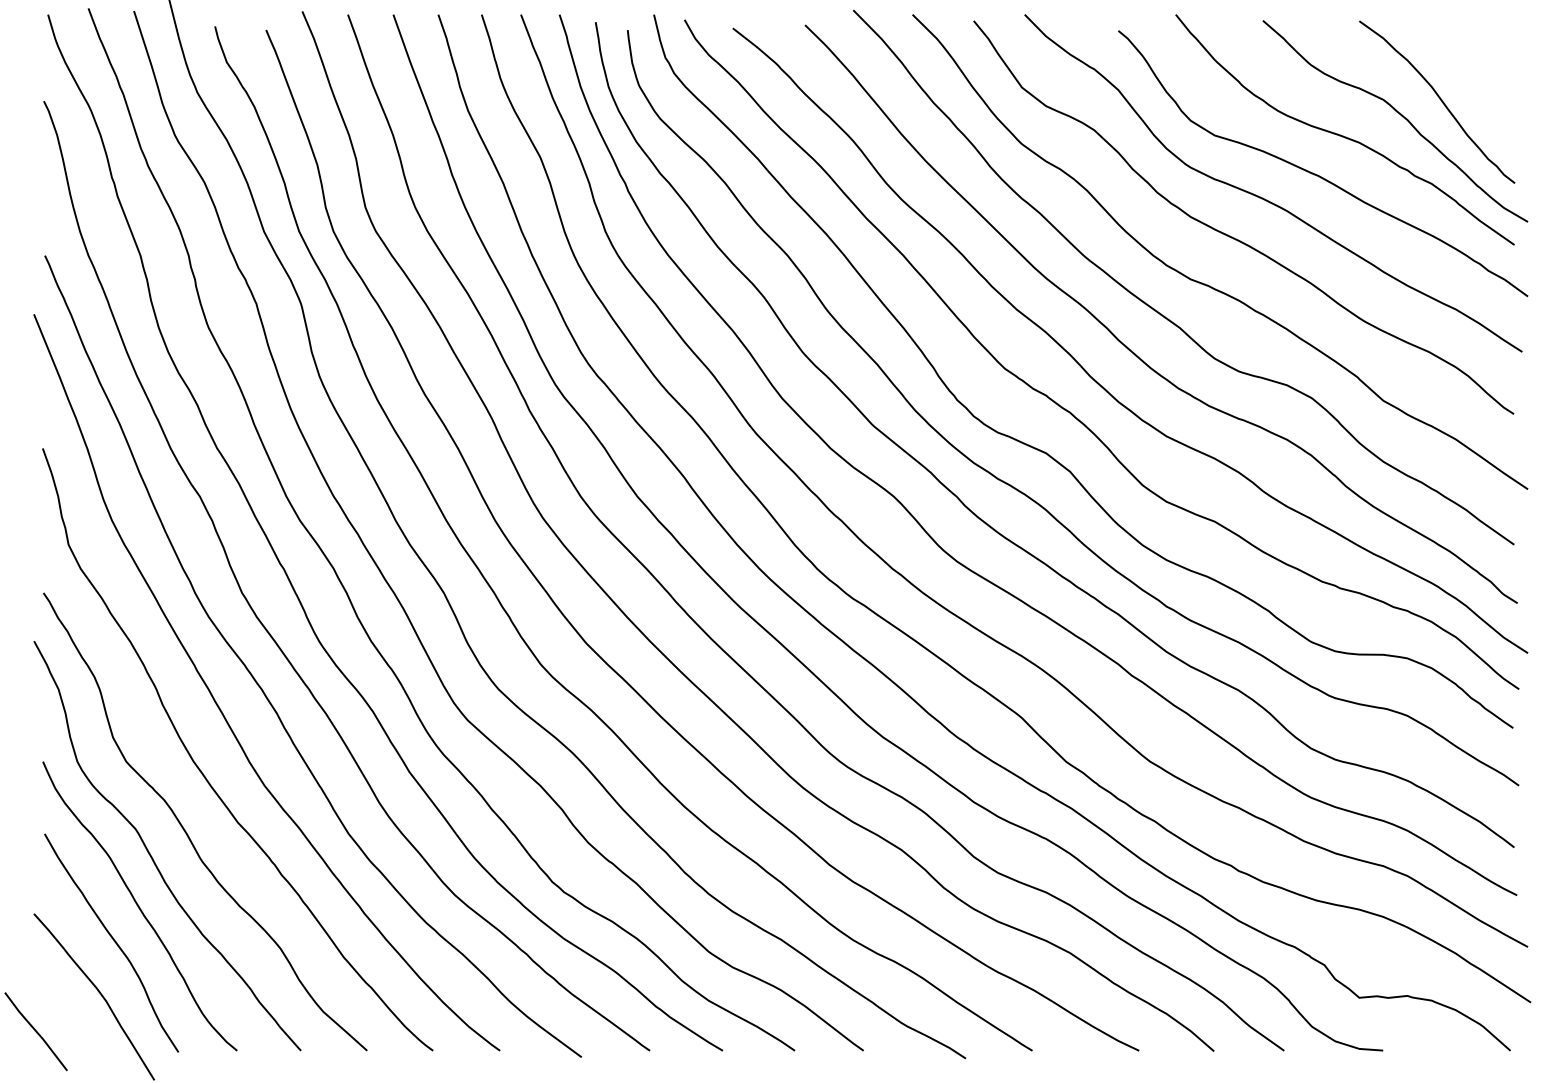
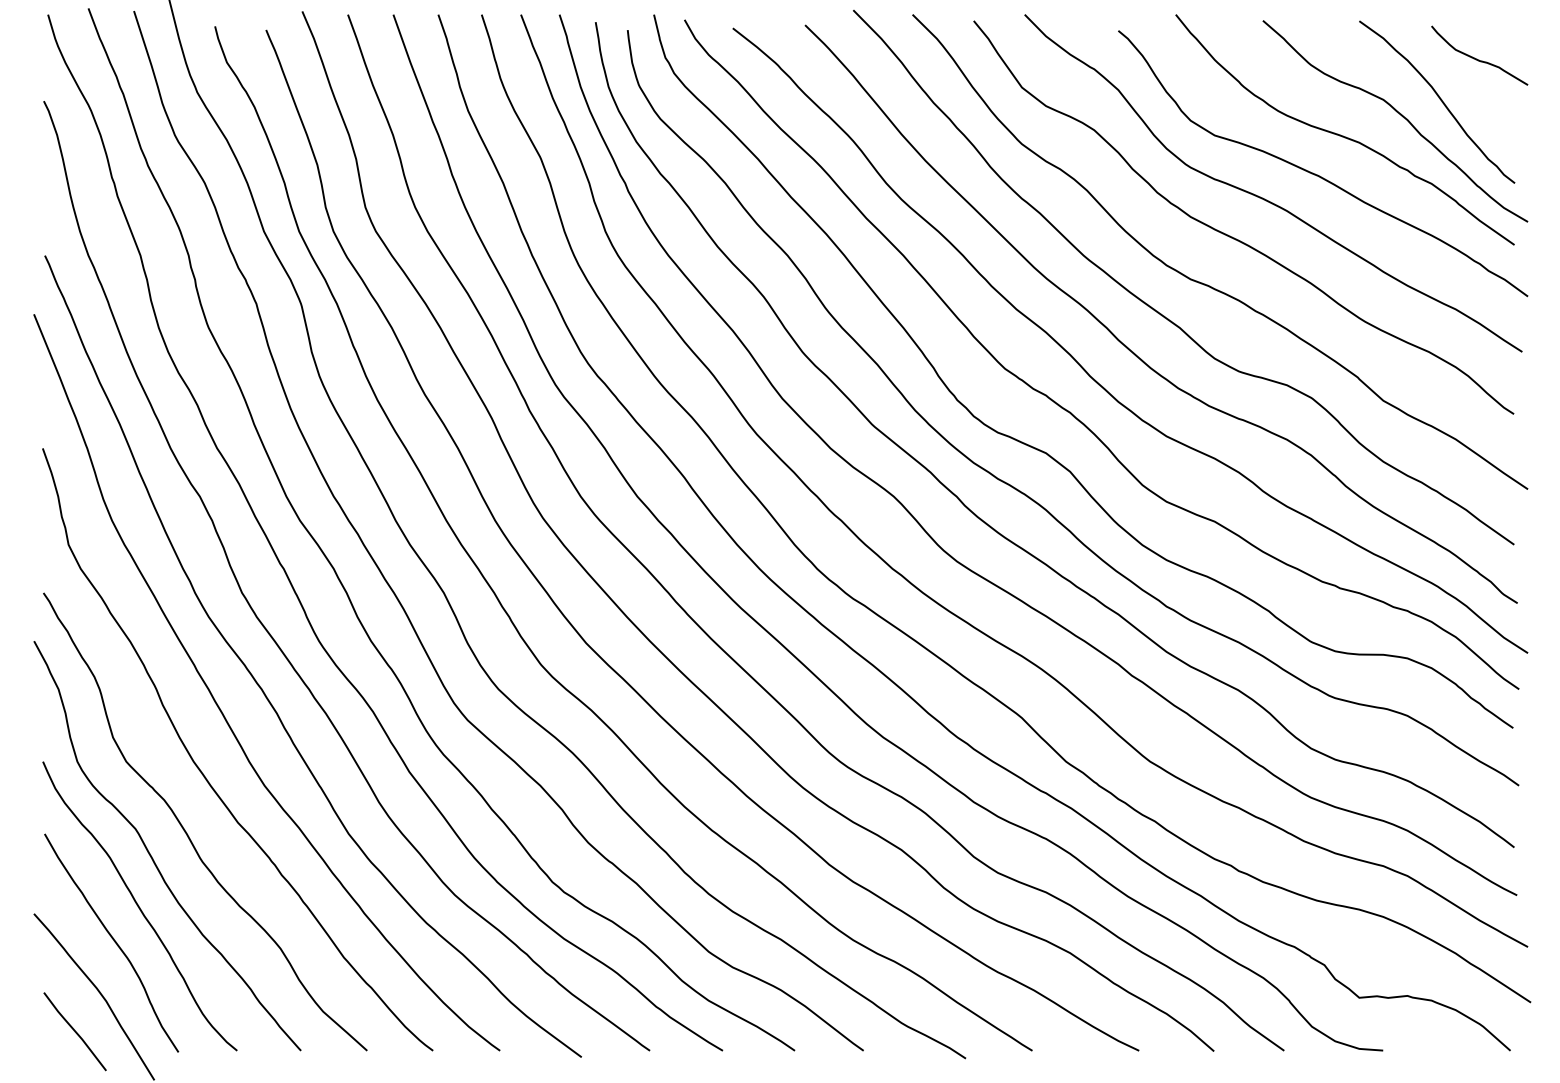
curve at (1477, 58): none -> present
line at (35, 1031) position: (35, 1031) -> (74, 1031)
